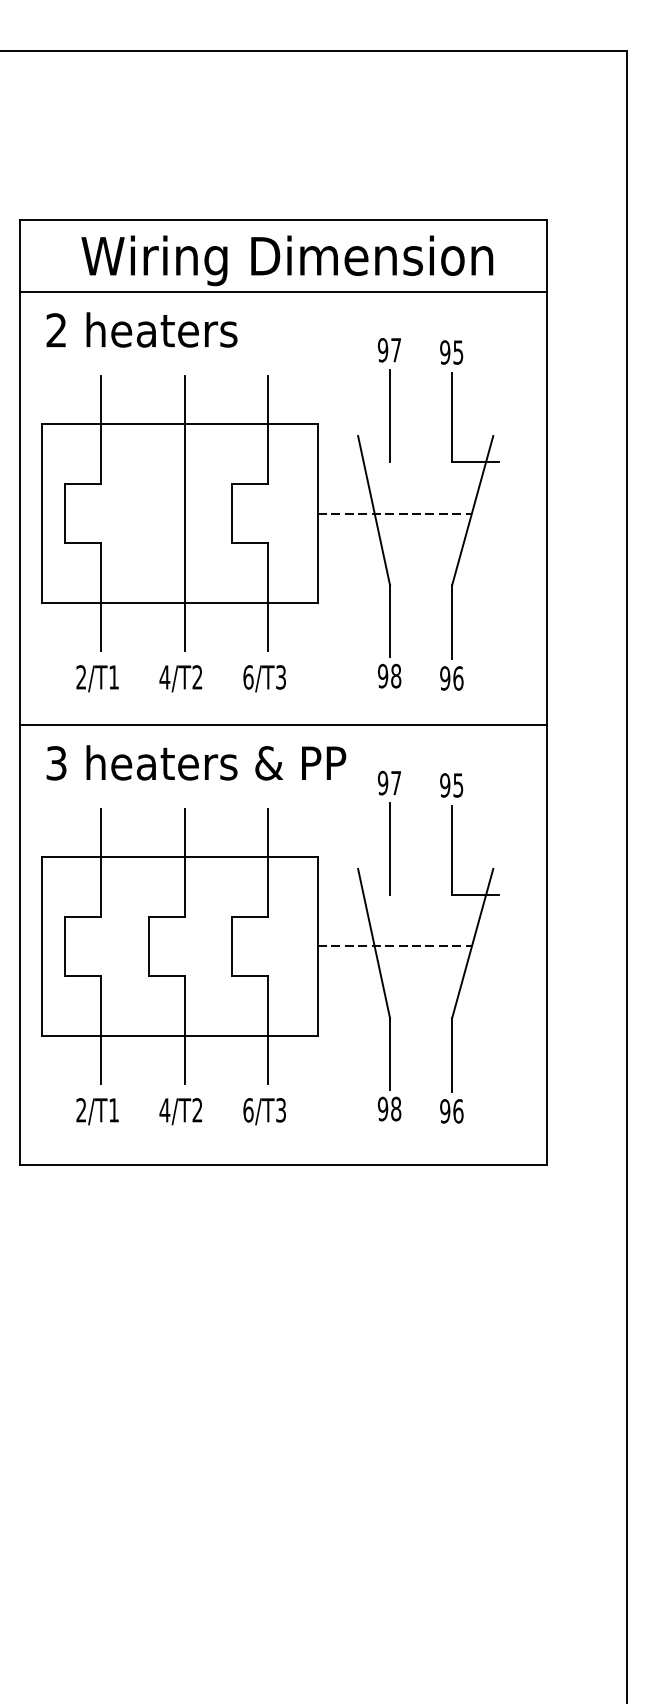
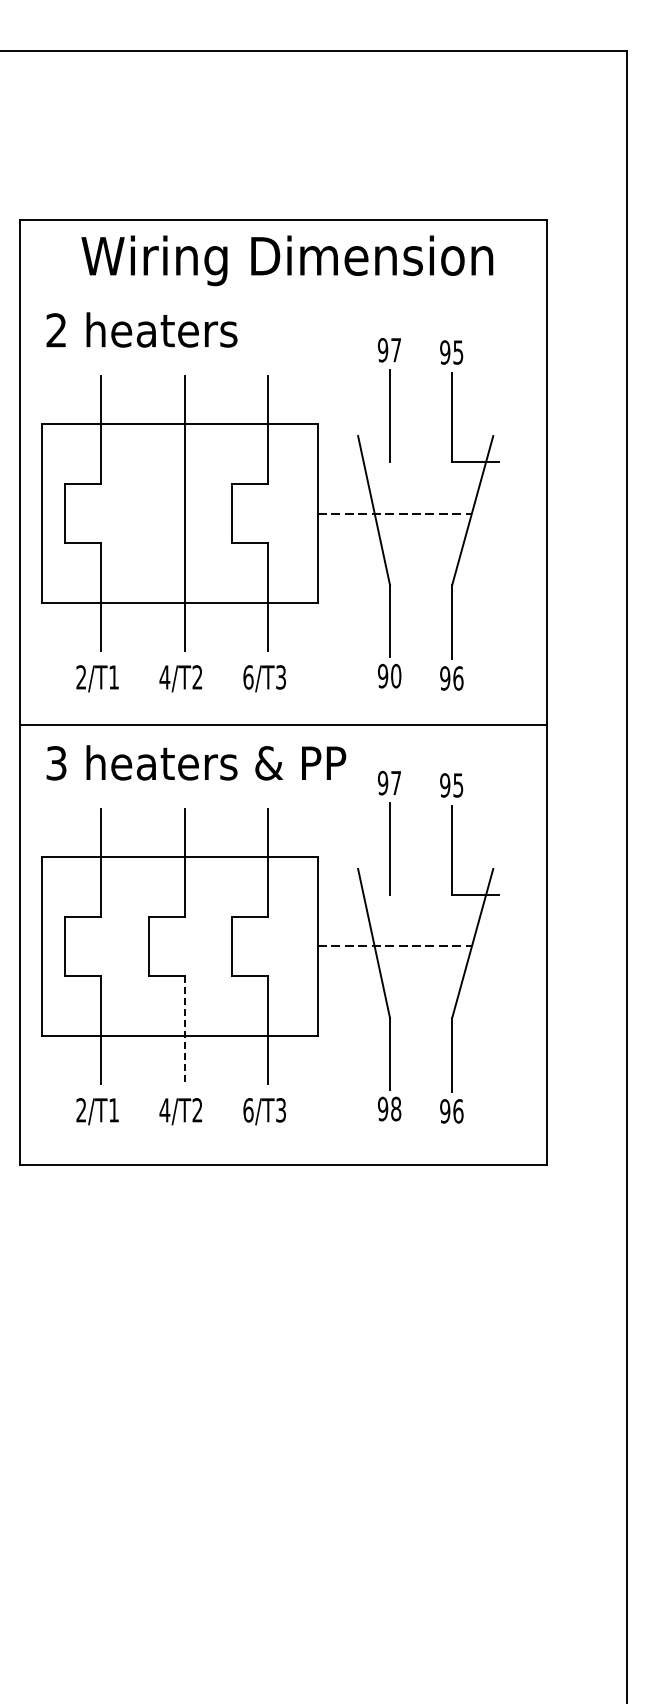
line at (282, 292): present -> none
text at (396, 676): 98 -> 90
line at (184, 1030): solid -> dashed
